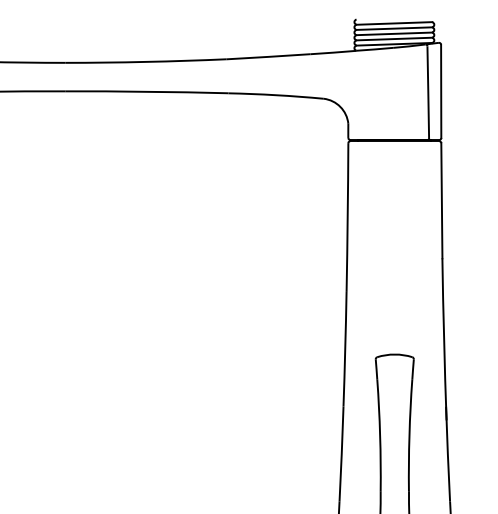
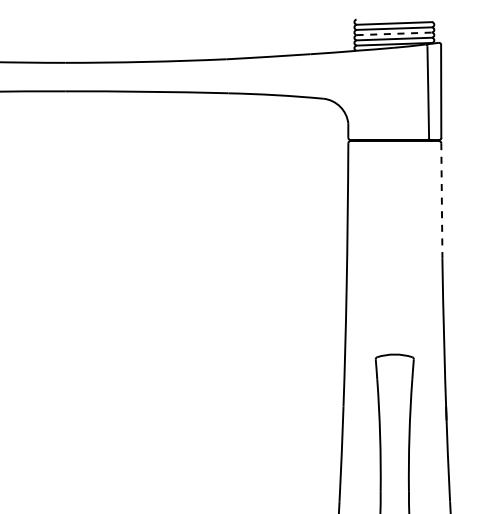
line at (394, 33): solid -> dashed
line at (441, 200): solid -> dashed
